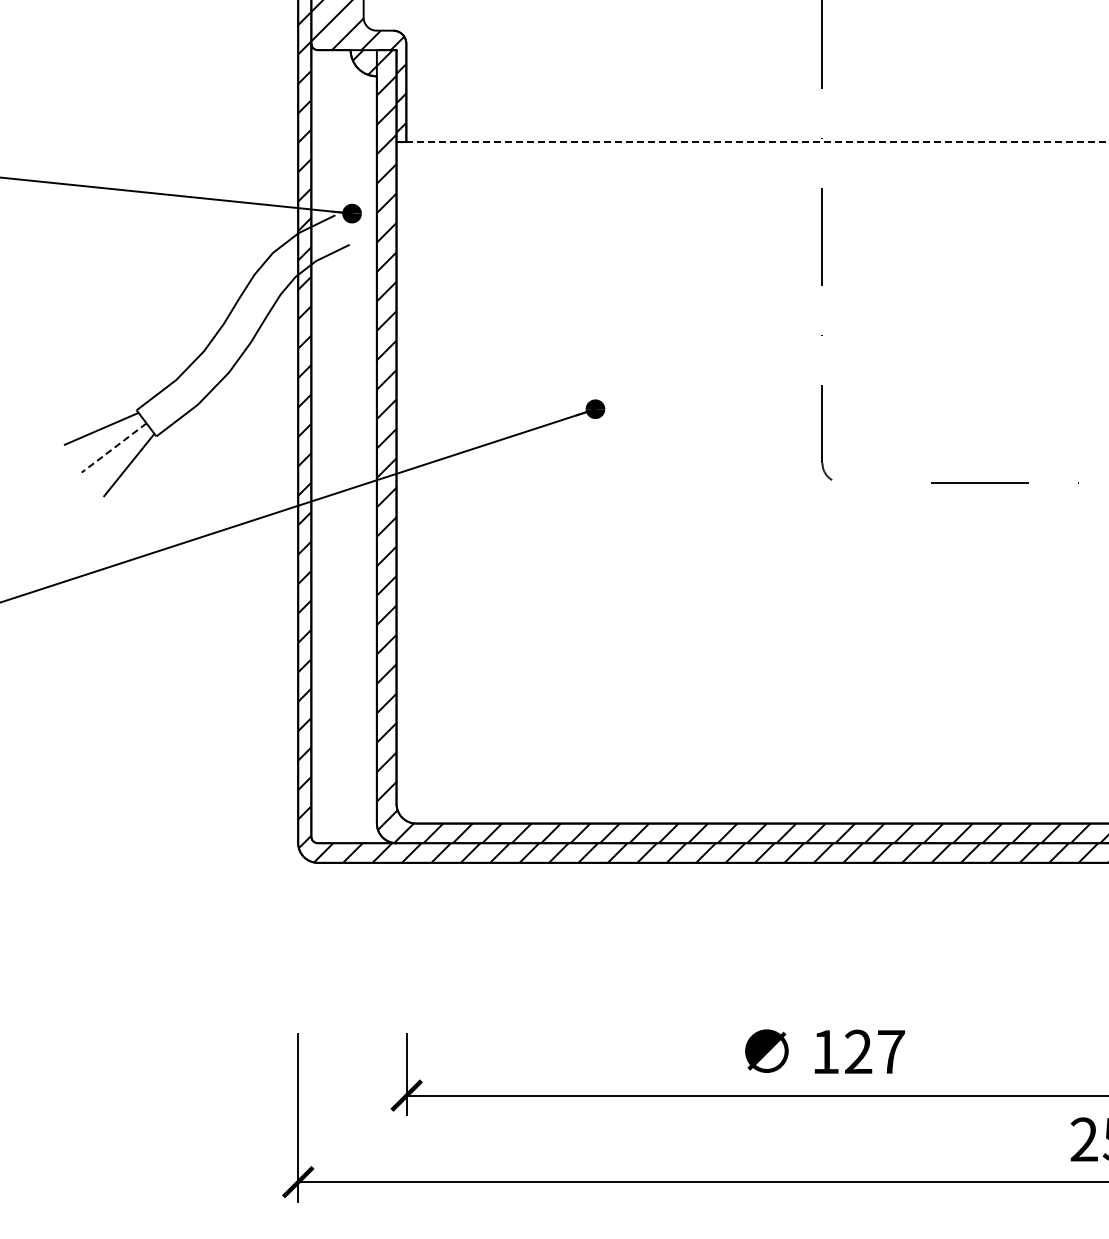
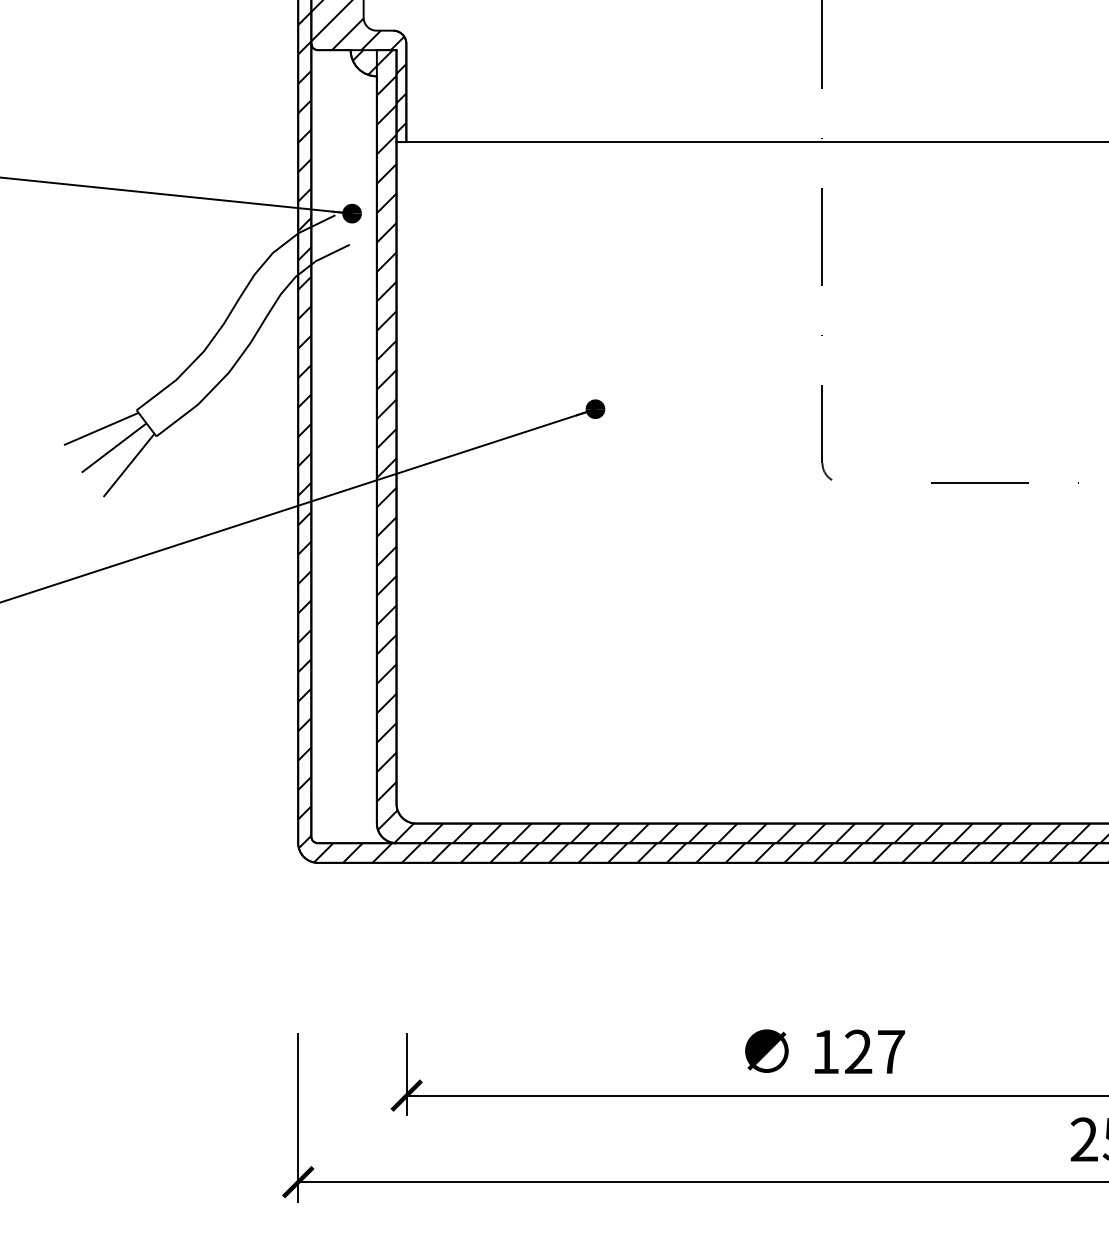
line at (758, 142): dashed -> solid
line at (114, 447): dashed -> solid
